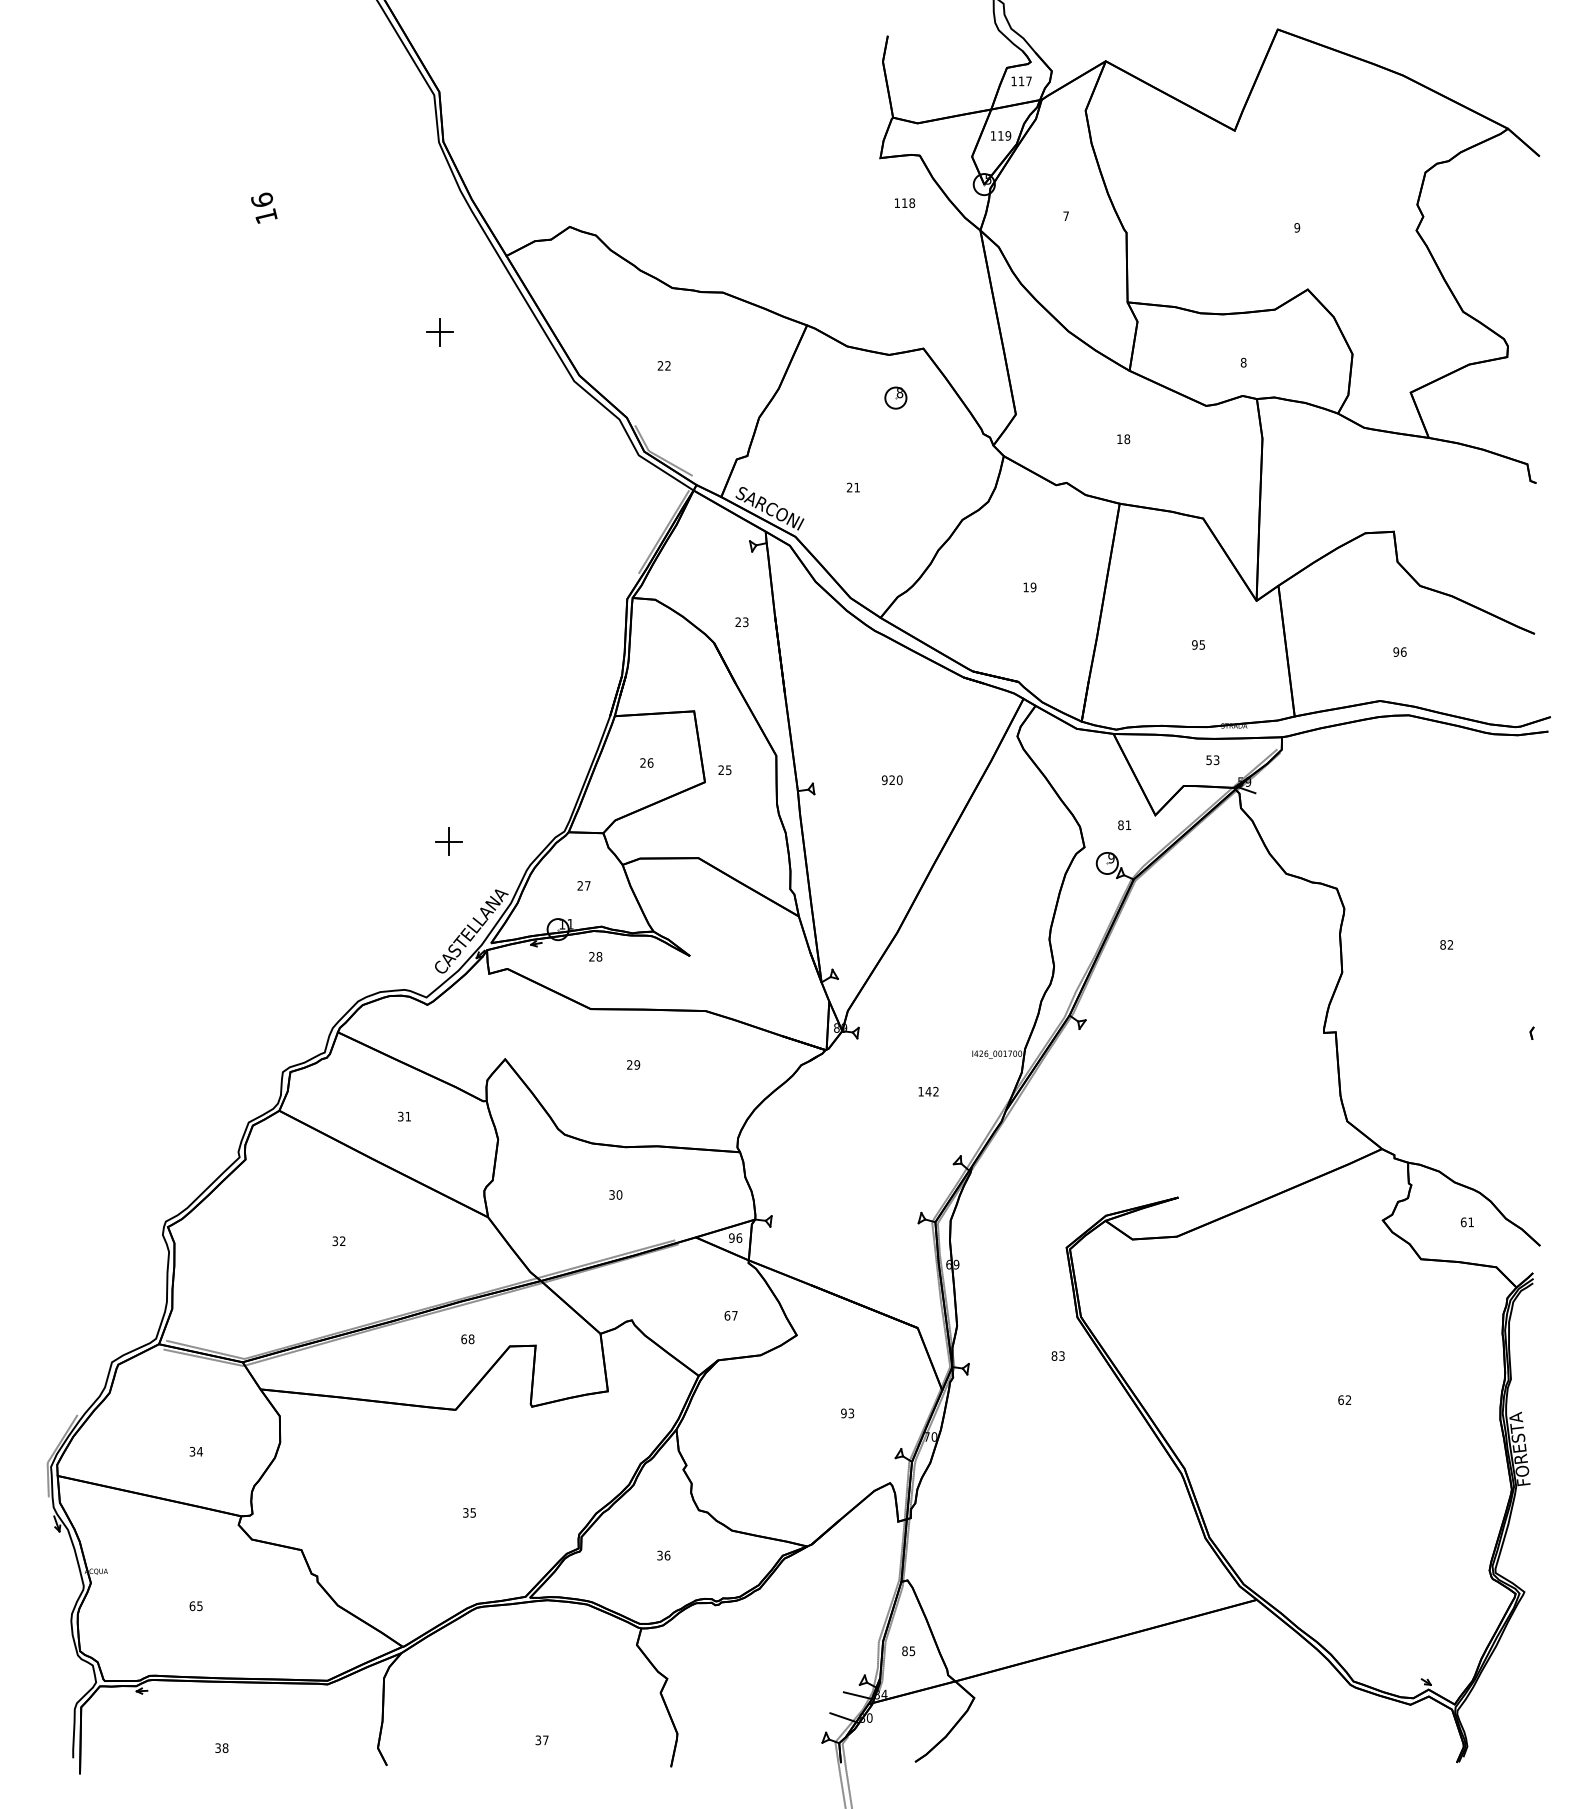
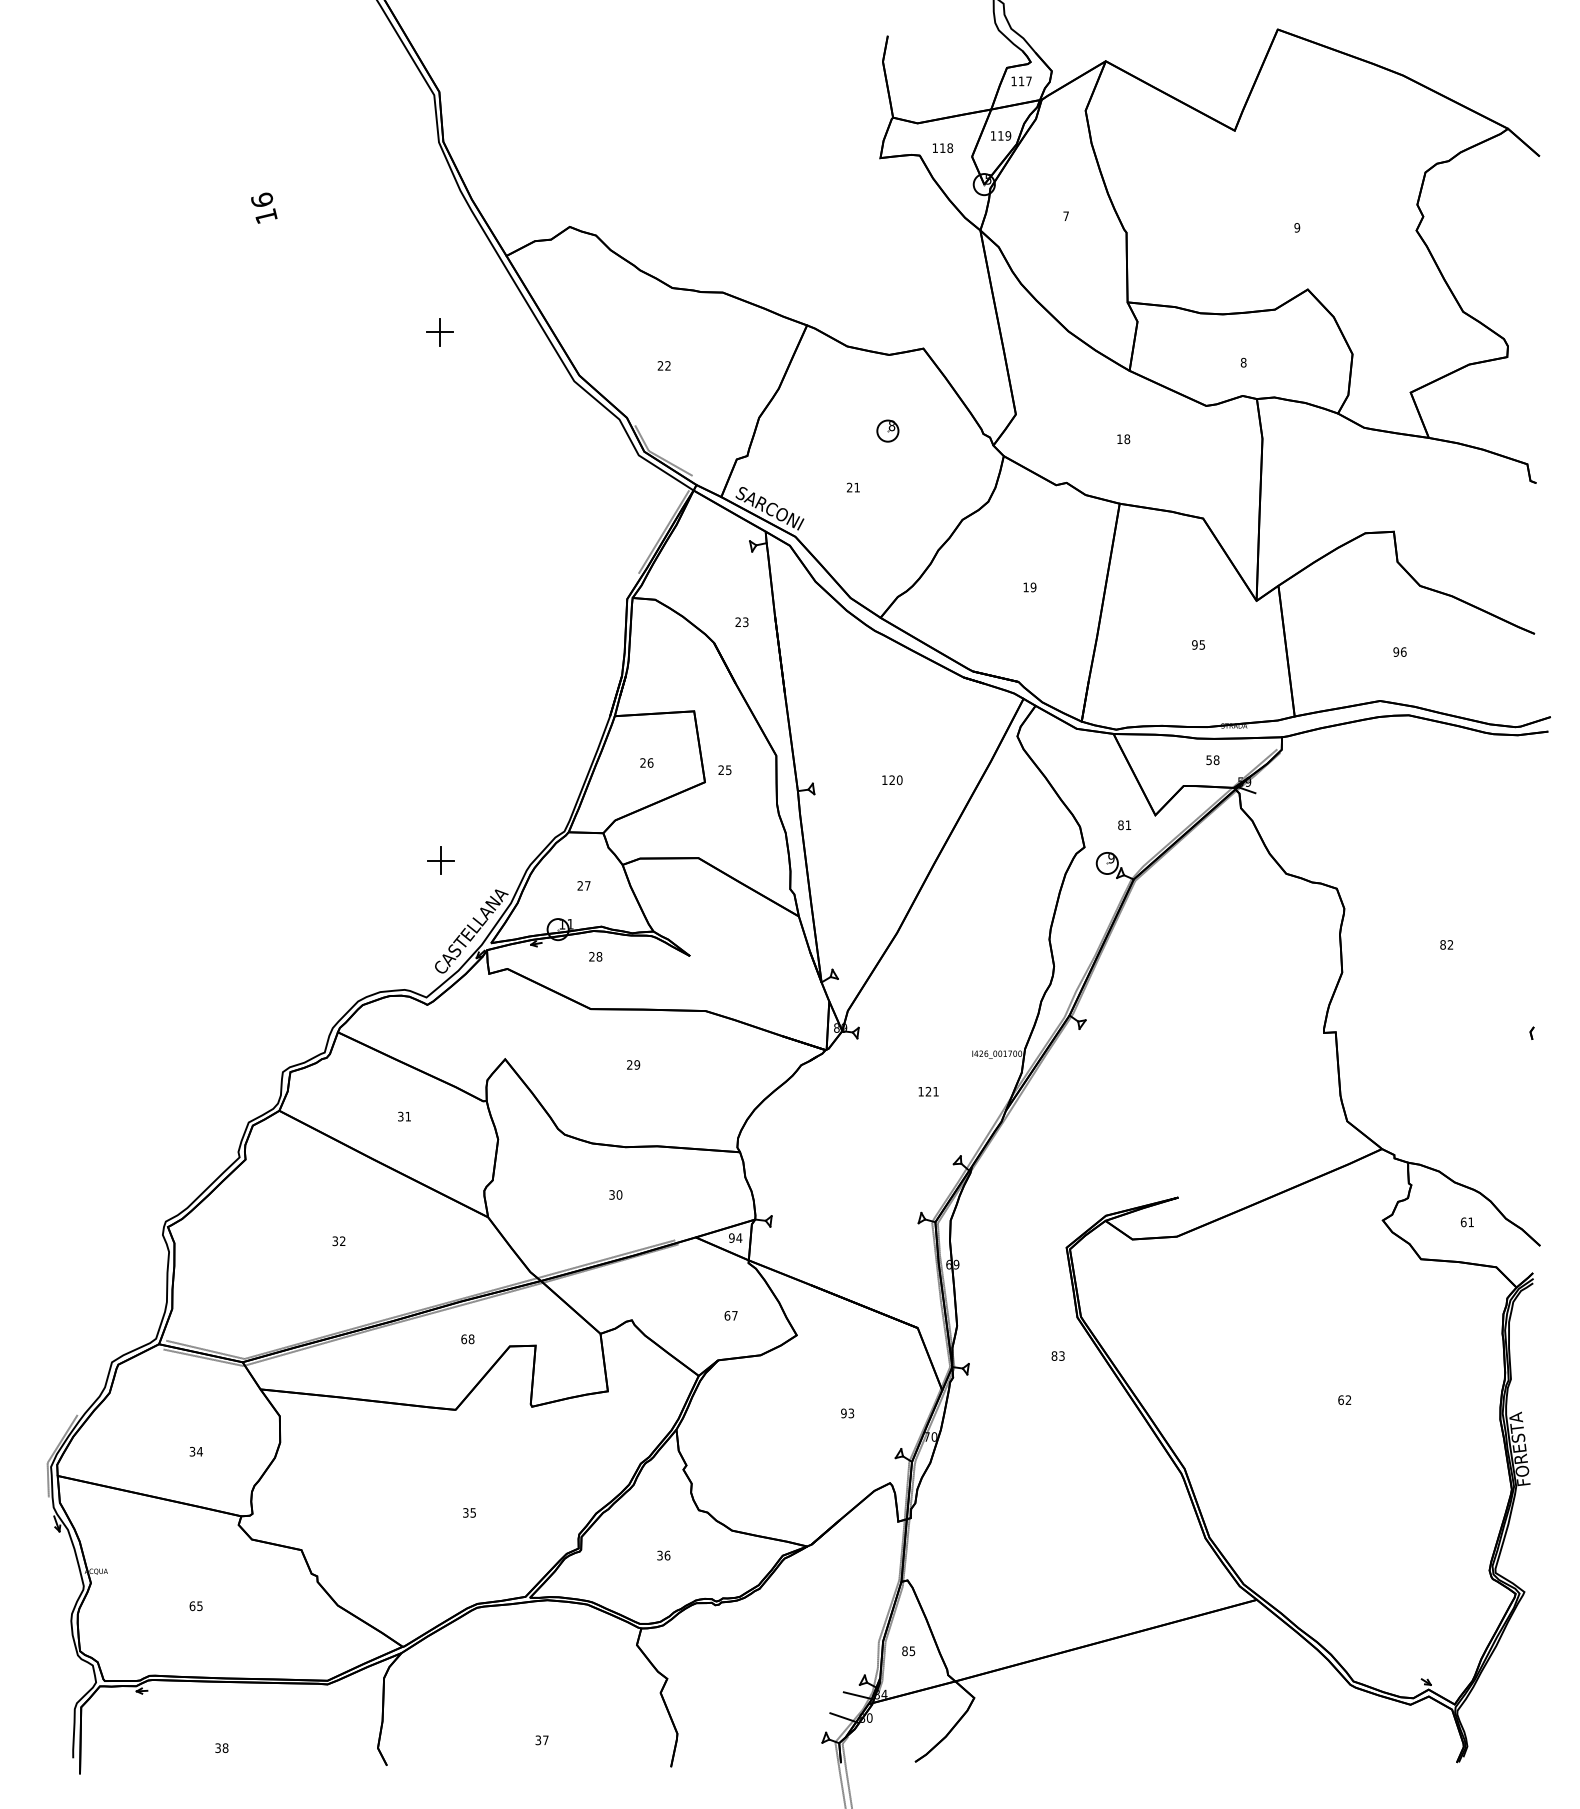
text at (904, 202) position: (904, 202) -> (942, 147)
part at (895, 397) position: (895, 397) -> (887, 430)
text at (1216, 760): 53 -> 58
text at (884, 780): 920 -> 120
part at (448, 841) position: (448, 841) -> (440, 860)
text at (931, 1091): 142 -> 121
text at (739, 1237): 96 -> 94
